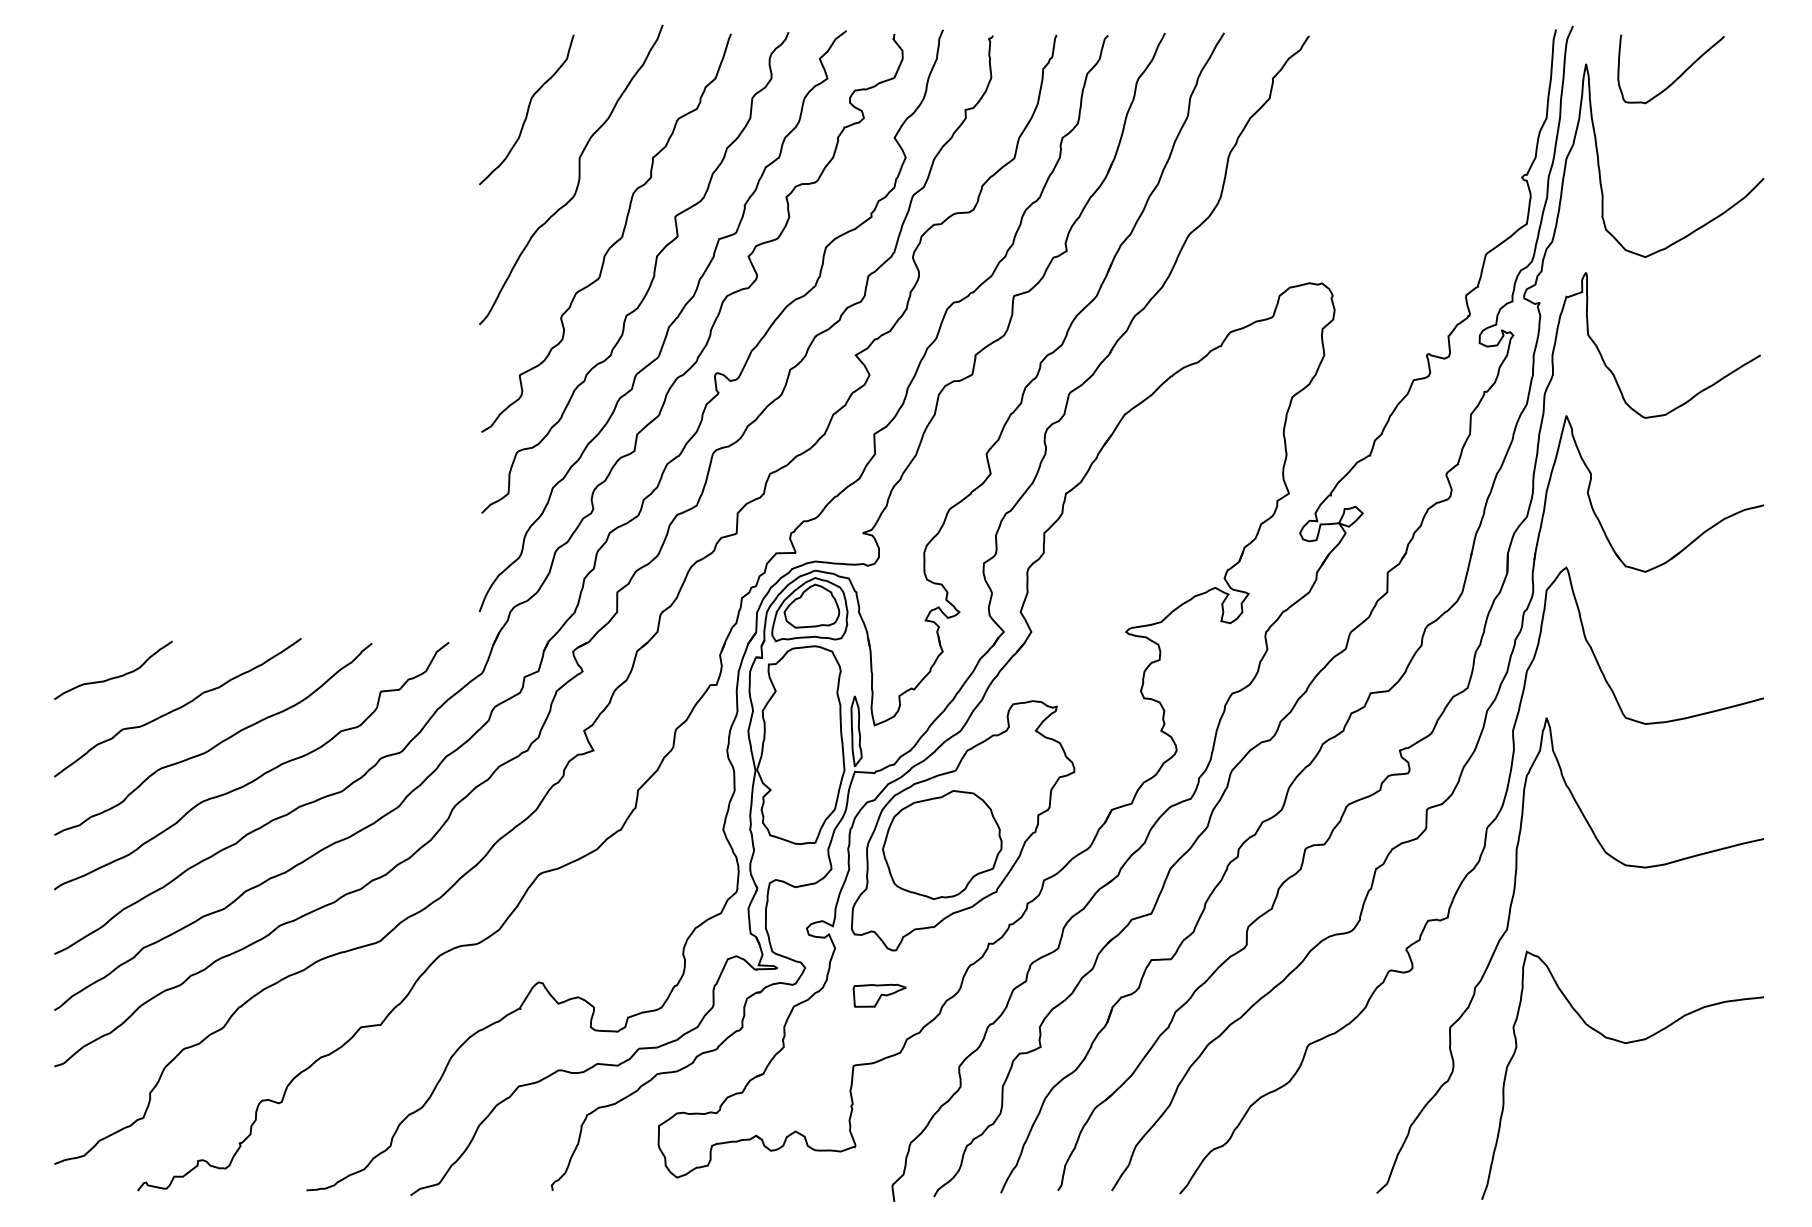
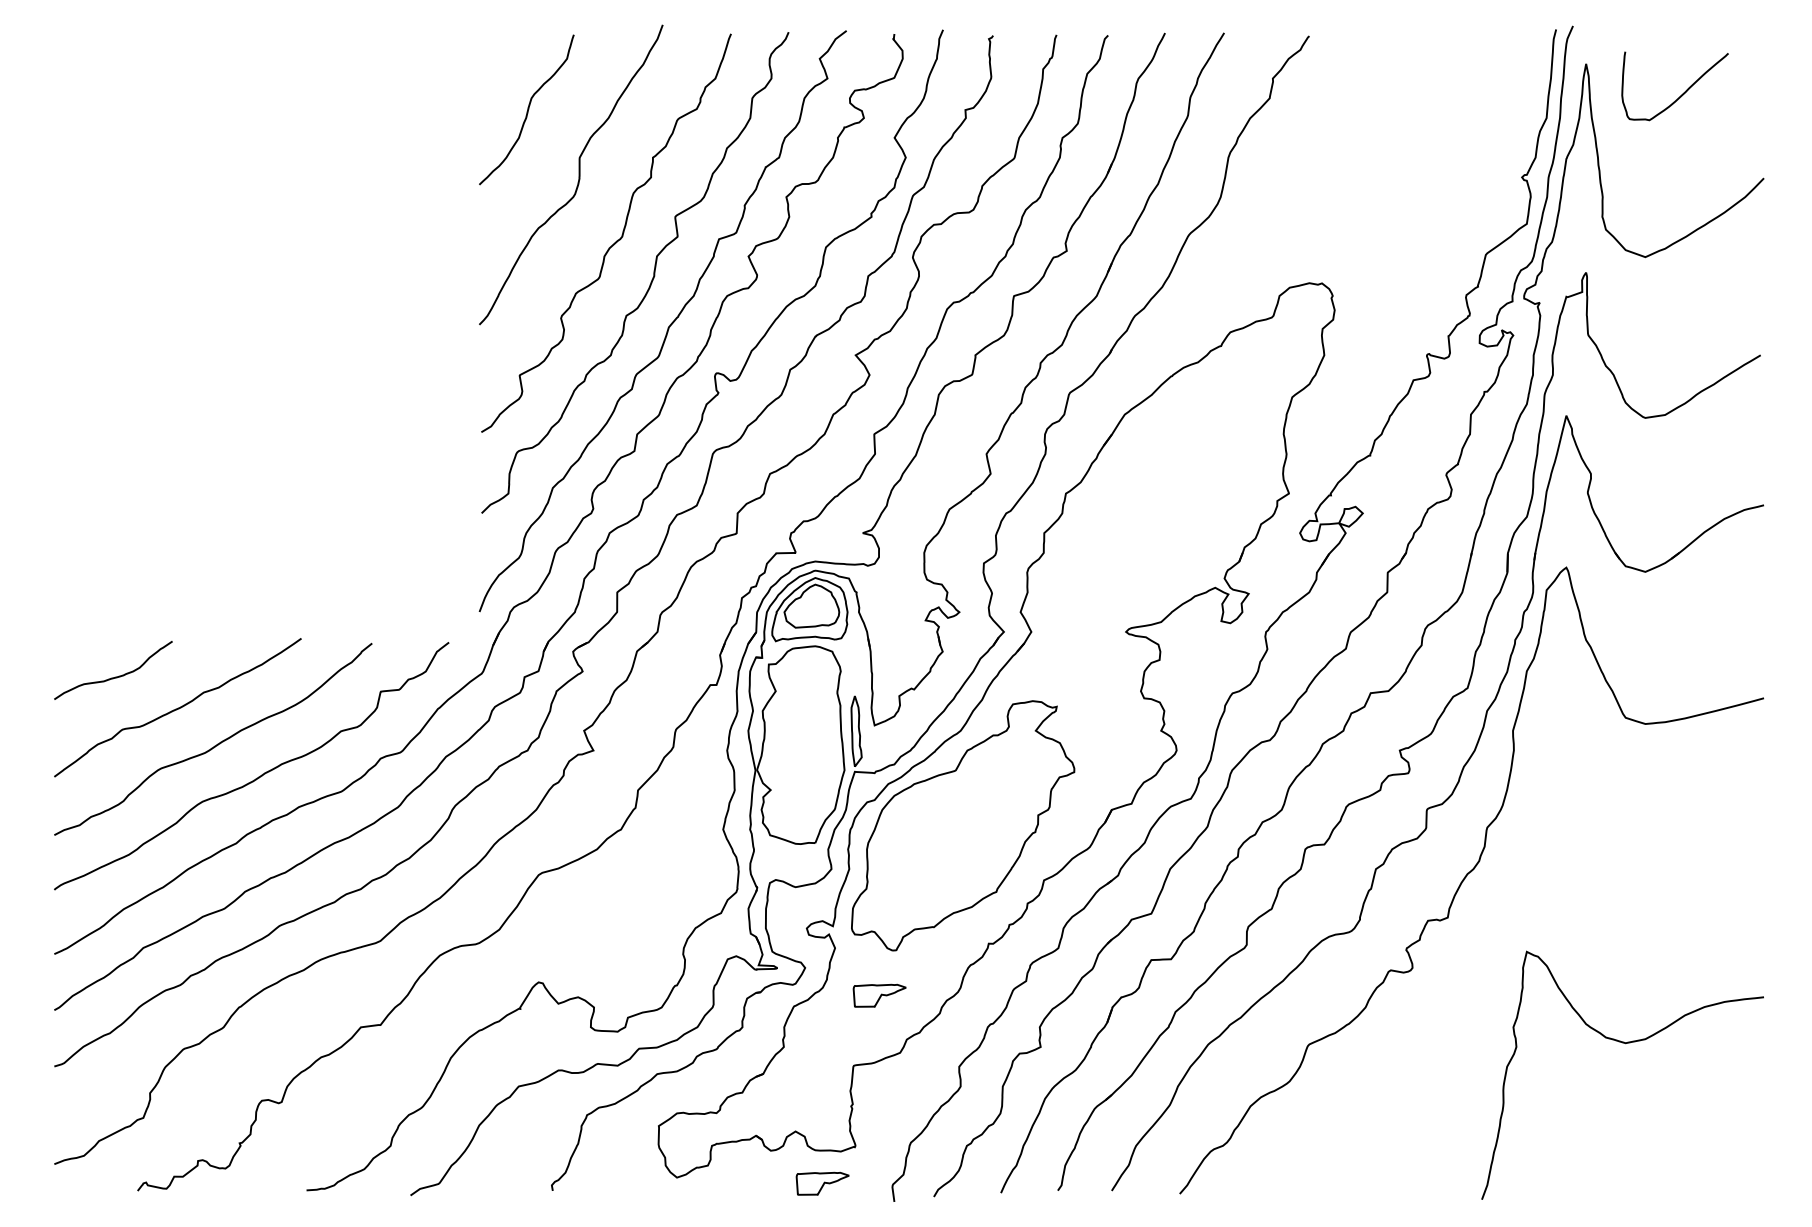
curve at (1678, 76) position: (1678, 76) -> (1682, 93)
part at (942, 844): present -> none
curve at (1508, 928): present -> none
part at (822, 1183): none -> present
